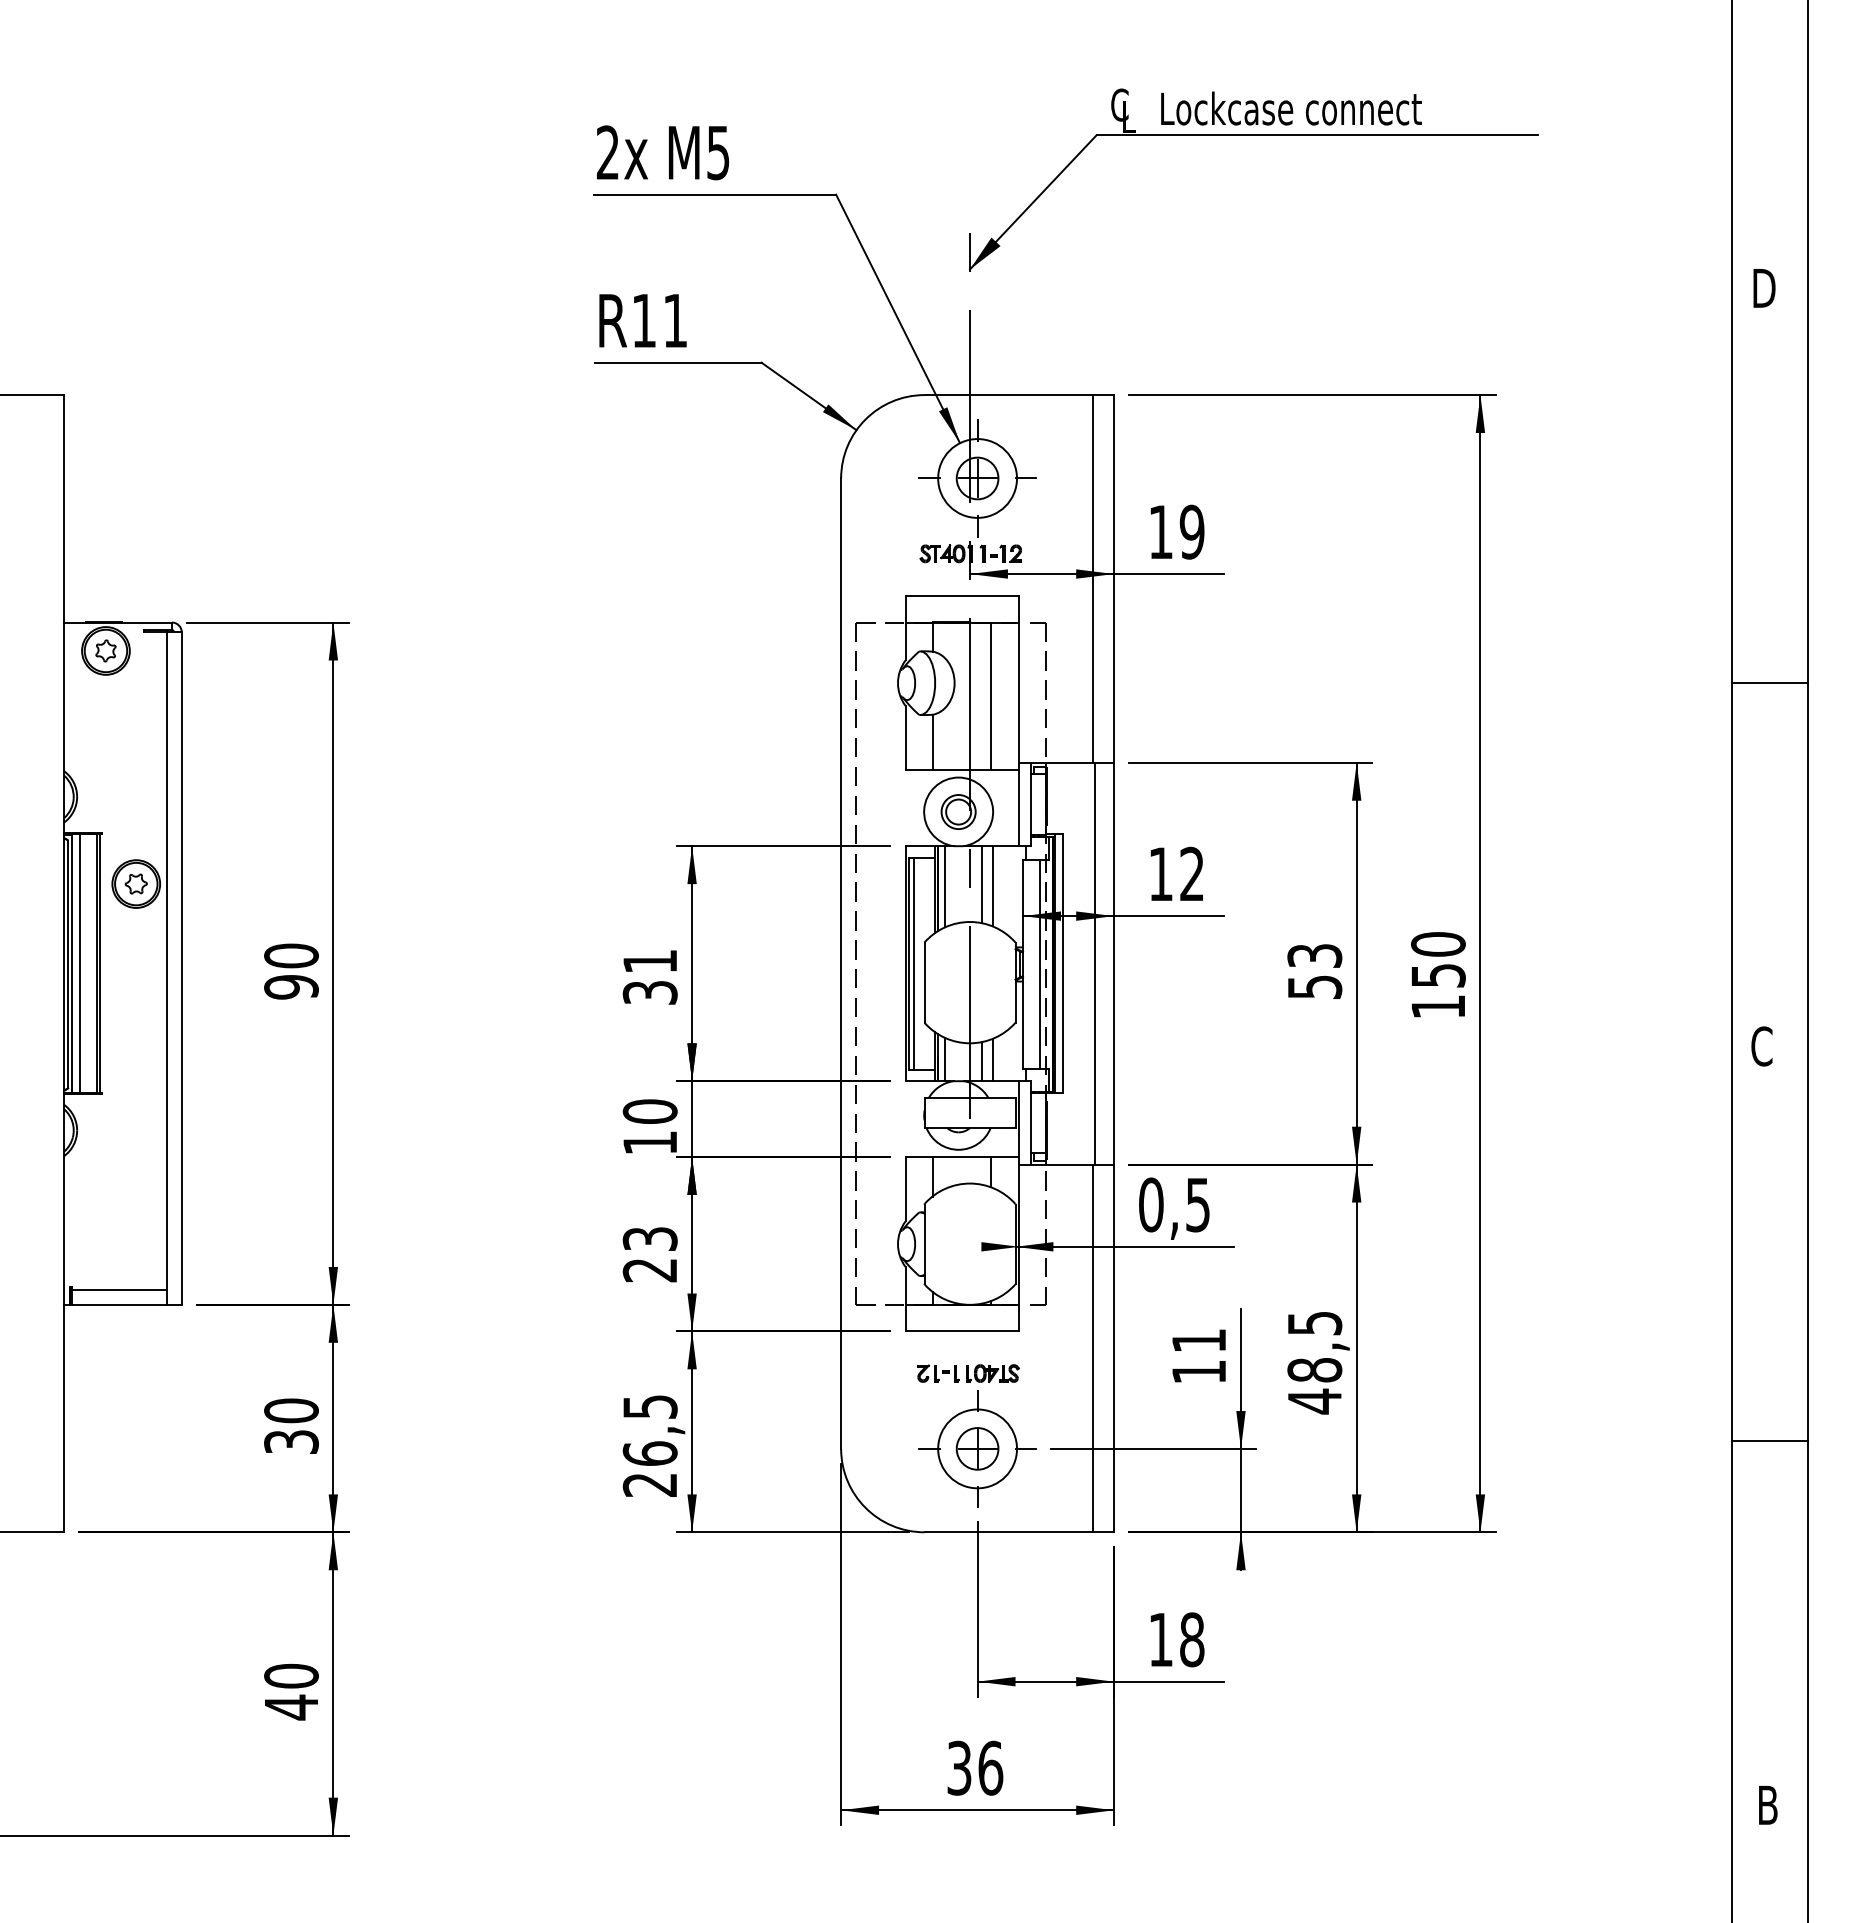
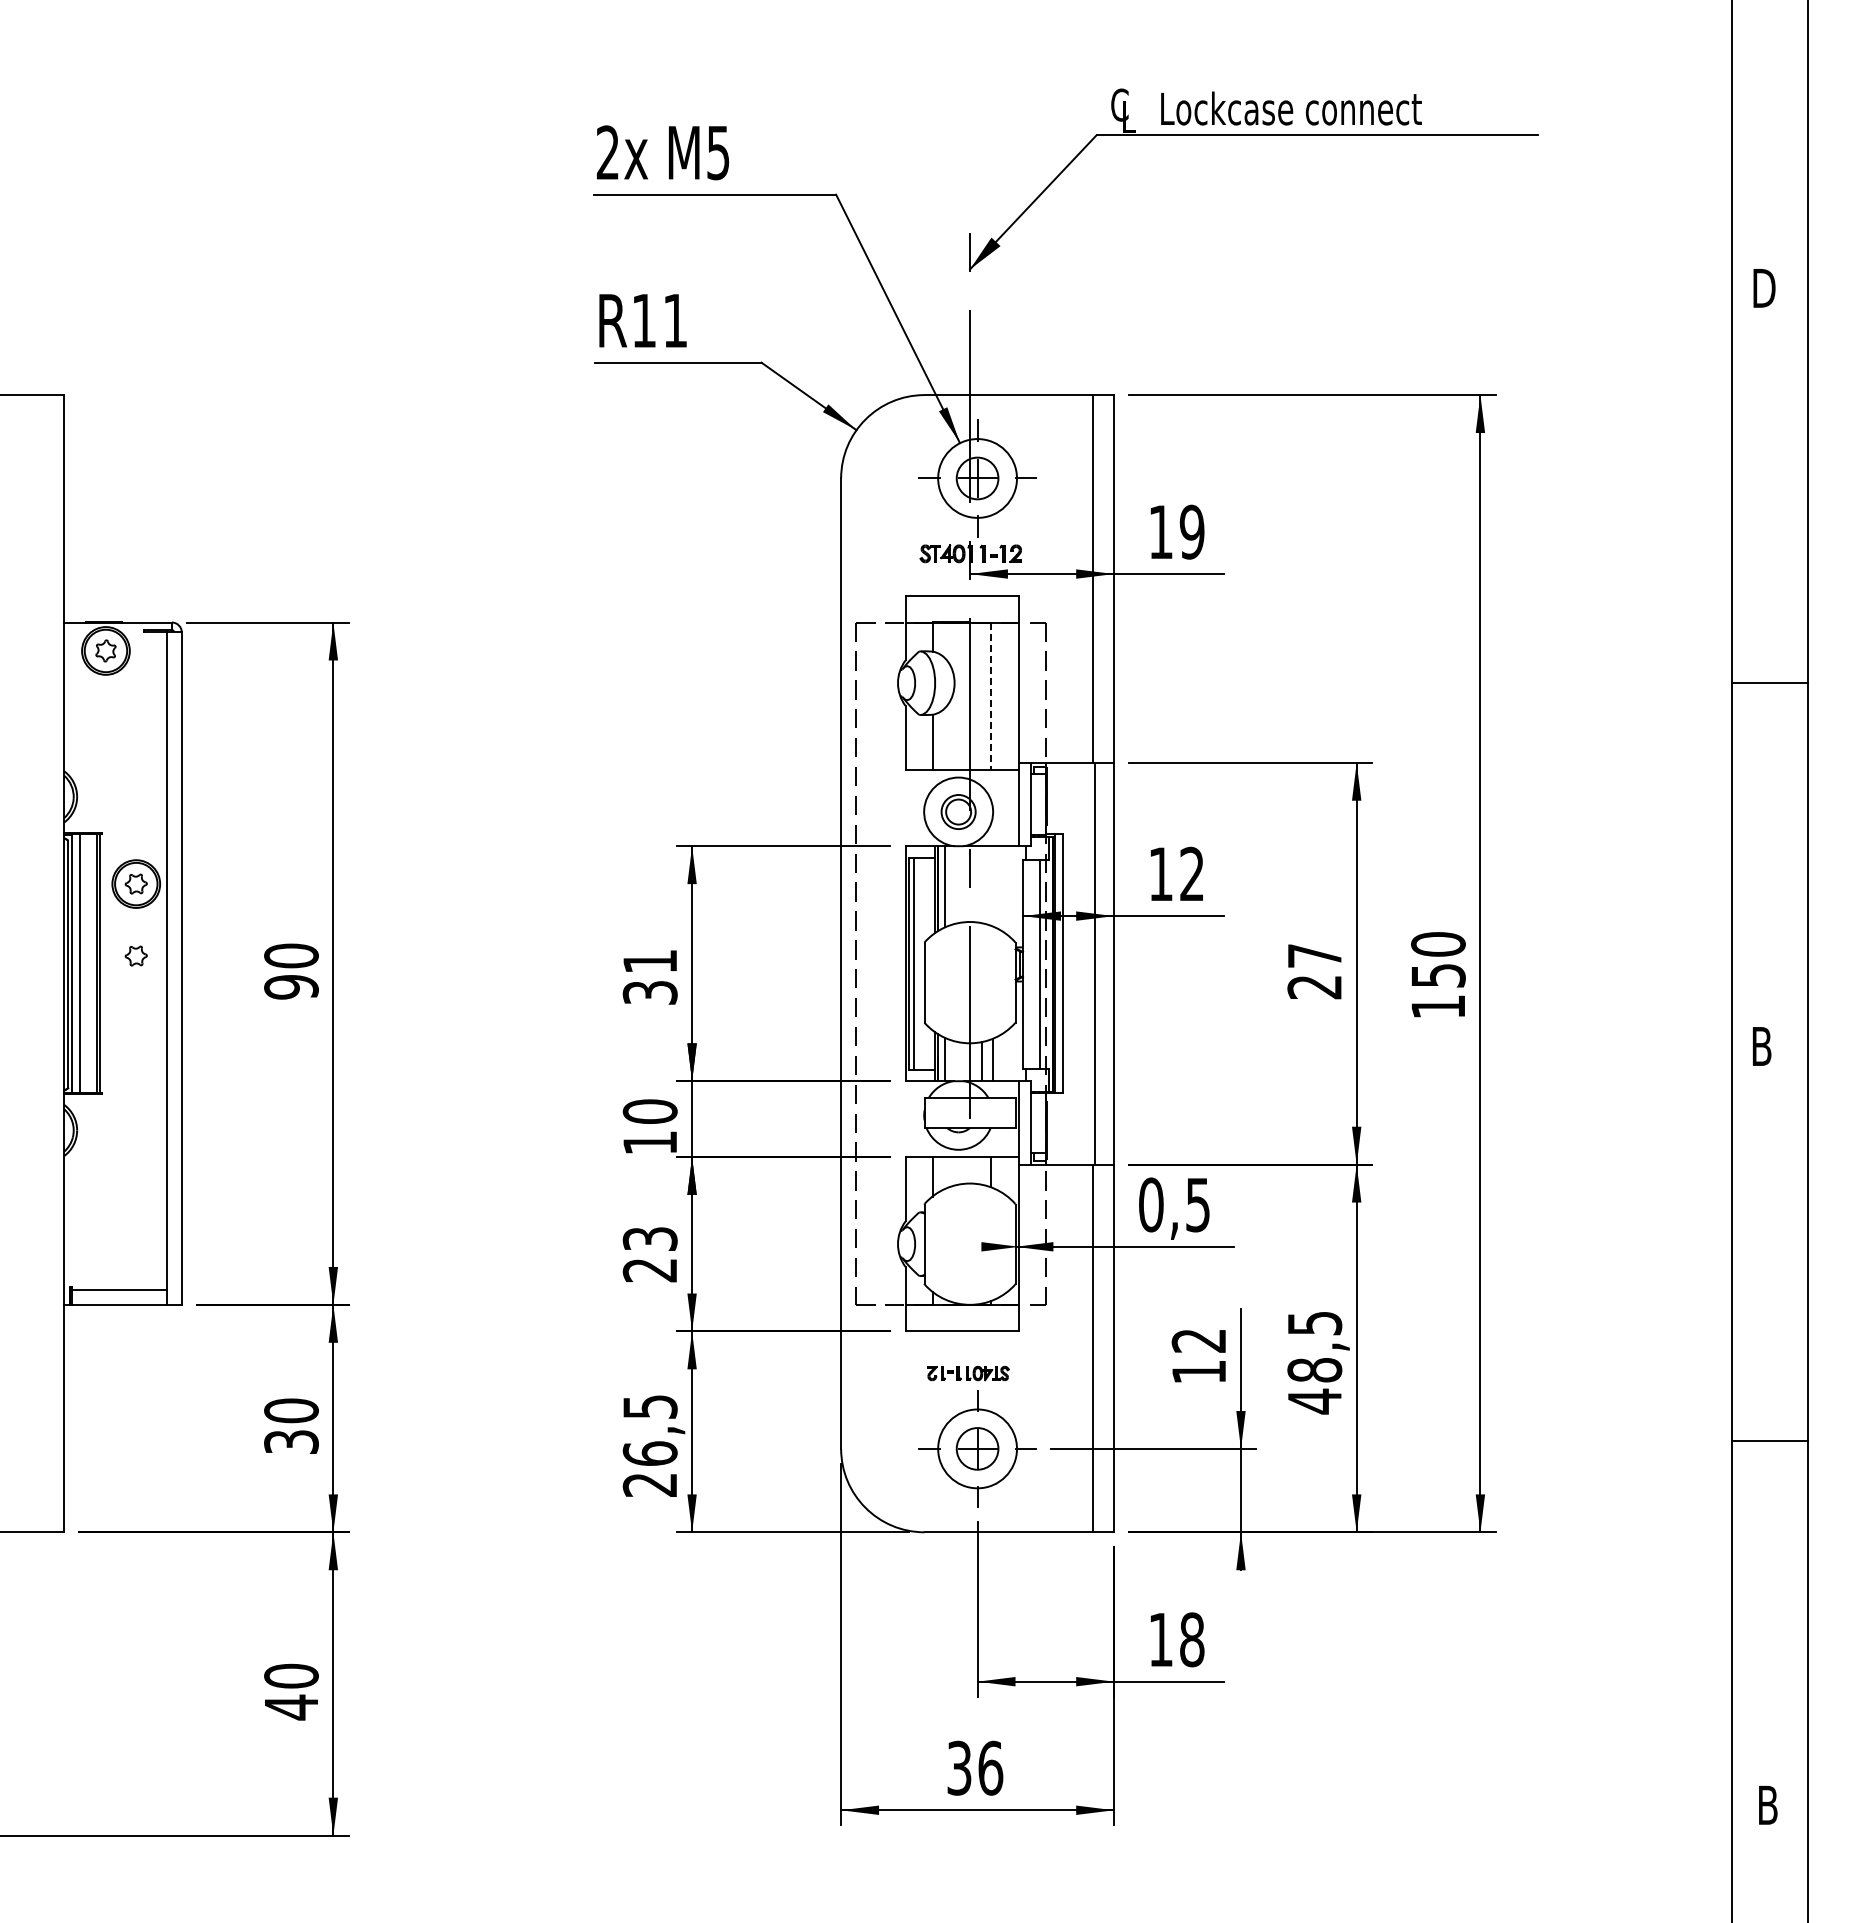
line at (991, 696): solid -> dashed
line at (981, 884): present -> none
line at (992, 886): present -> none
part at (135, 955): none -> present
text at (1314, 971): 53 -> 27
text at (1761, 1046): C -> B
text at (1198, 1340): 11 -> 12
part at (968, 1373) size: 103x19 px -> 83x17 px
